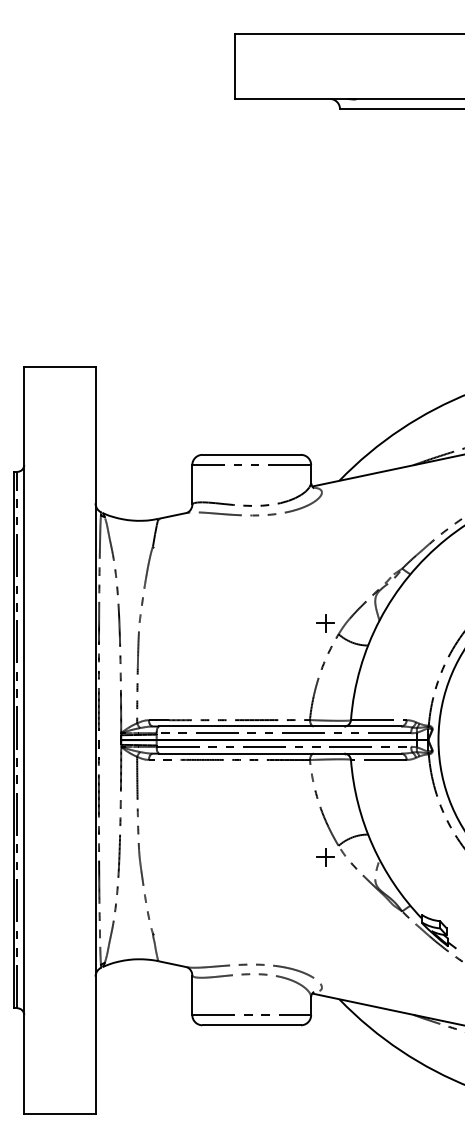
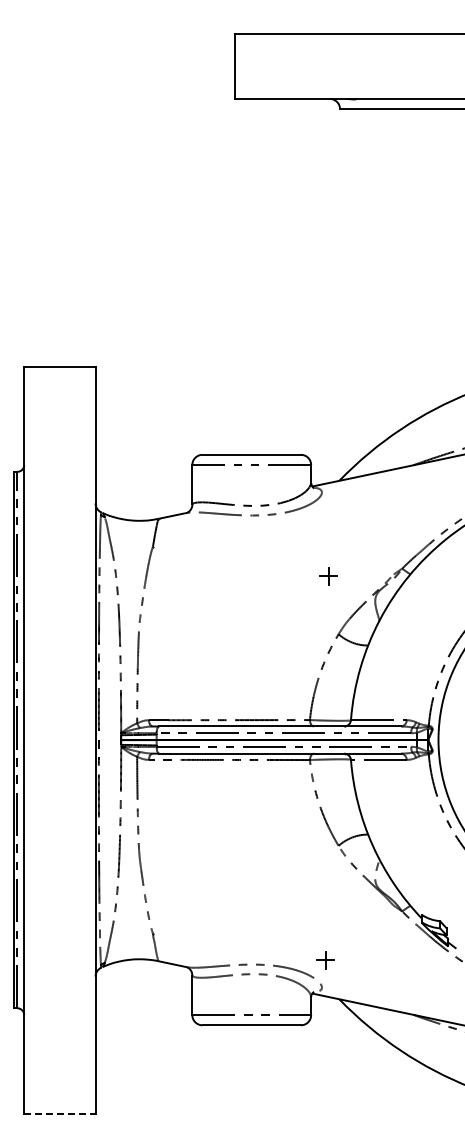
part at (325, 623) position: (325, 623) -> (328, 576)
part at (325, 857) position: (325, 857) -> (325, 960)
line at (59, 1113): solid -> dashed
